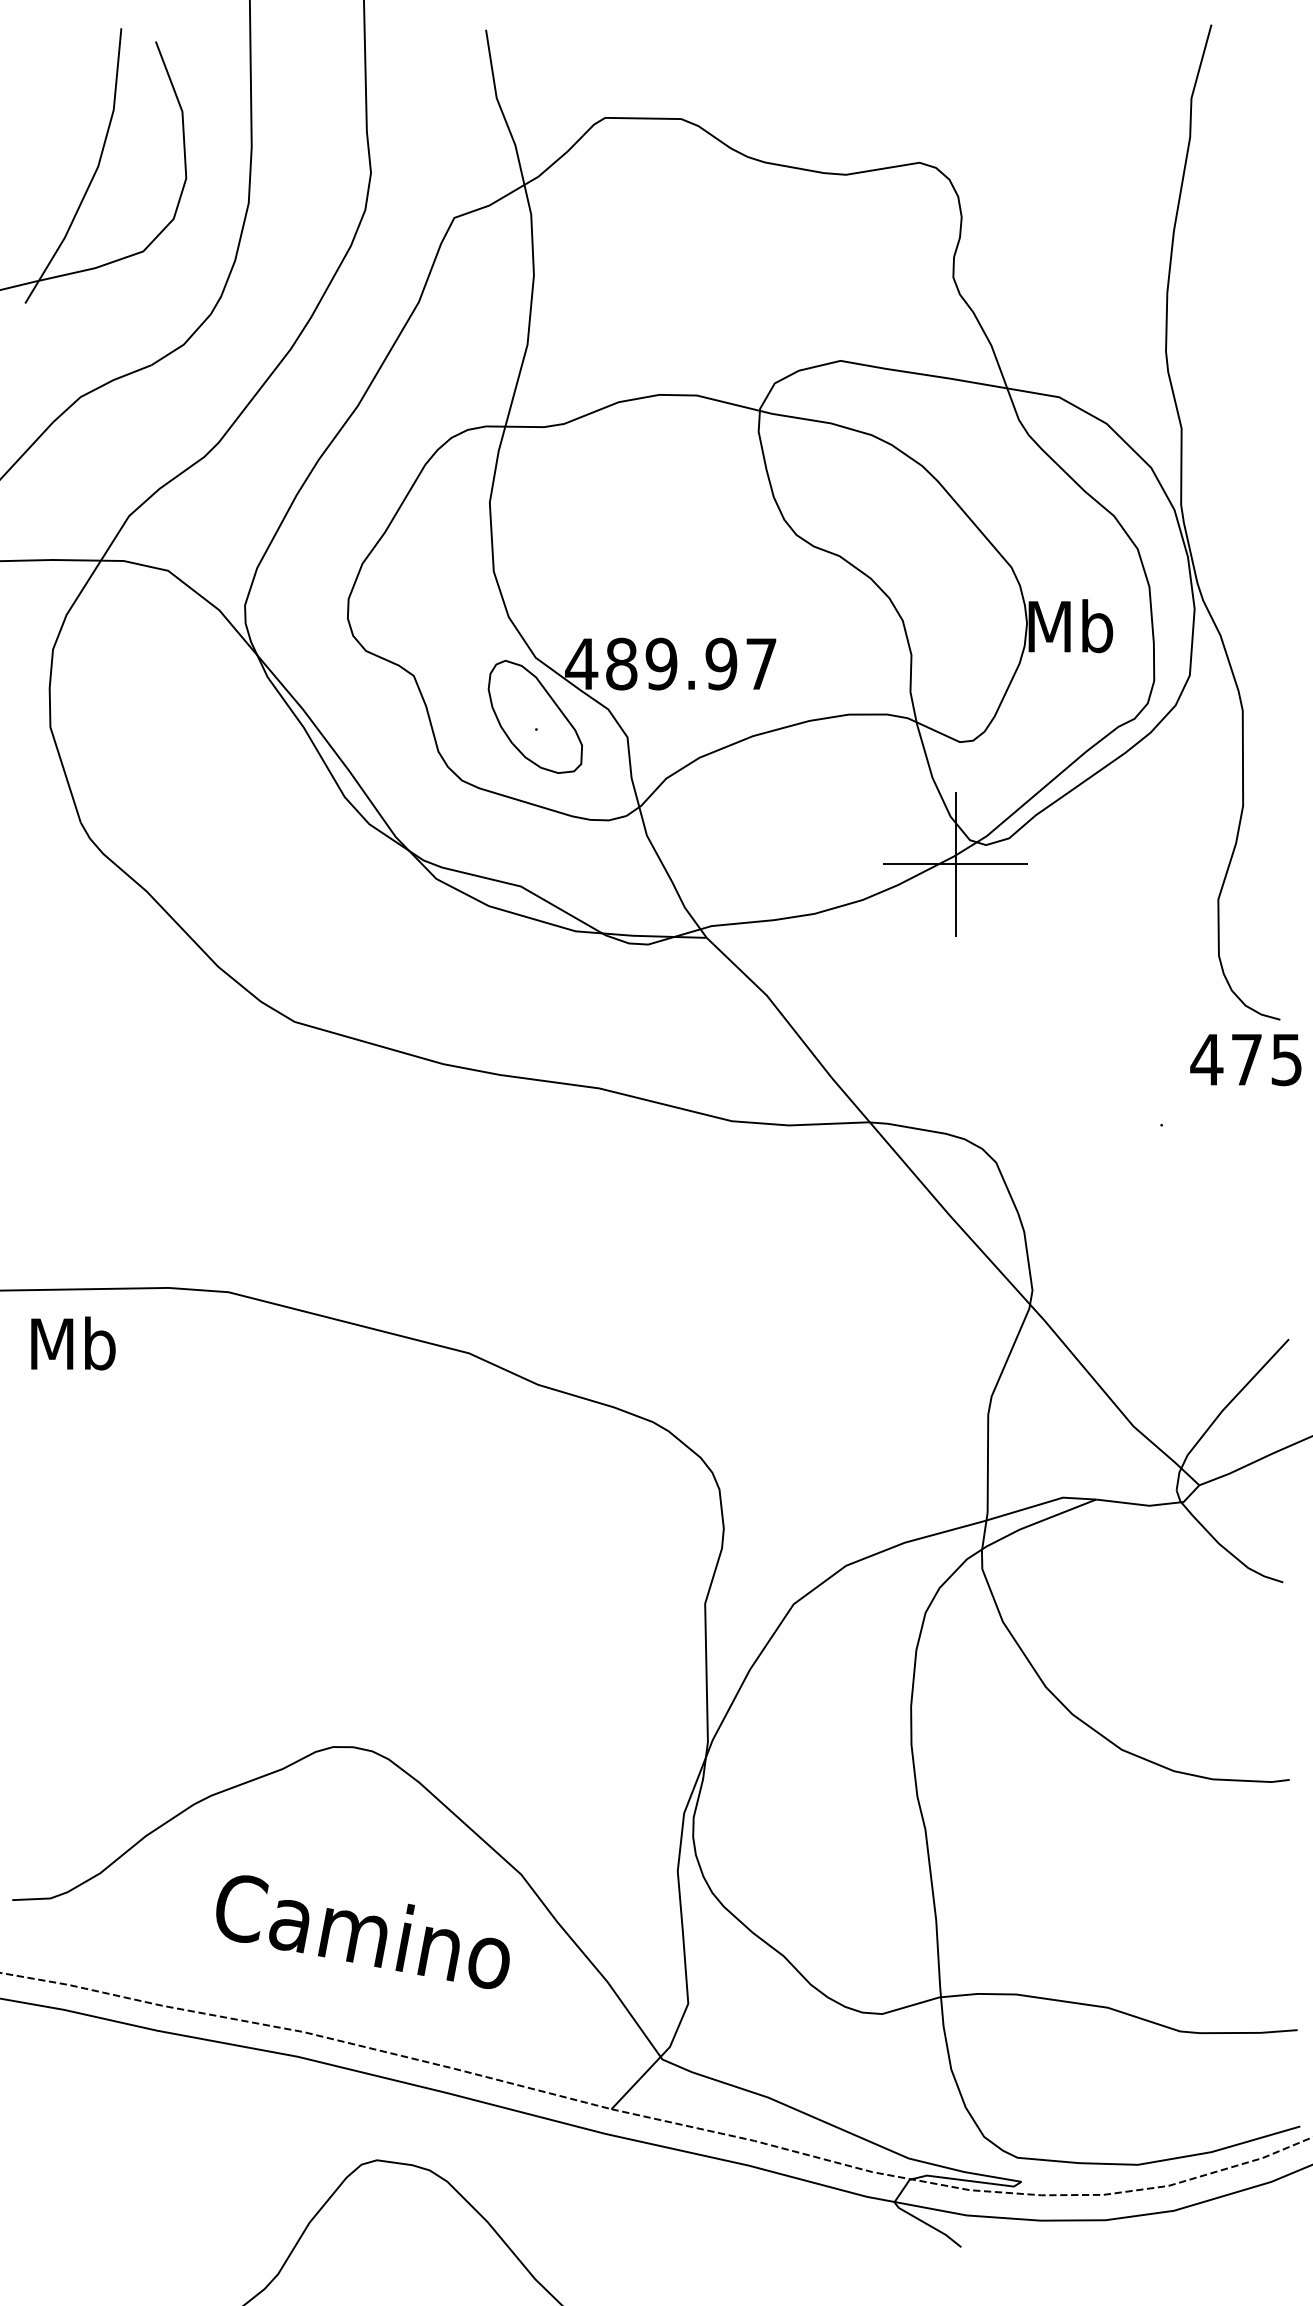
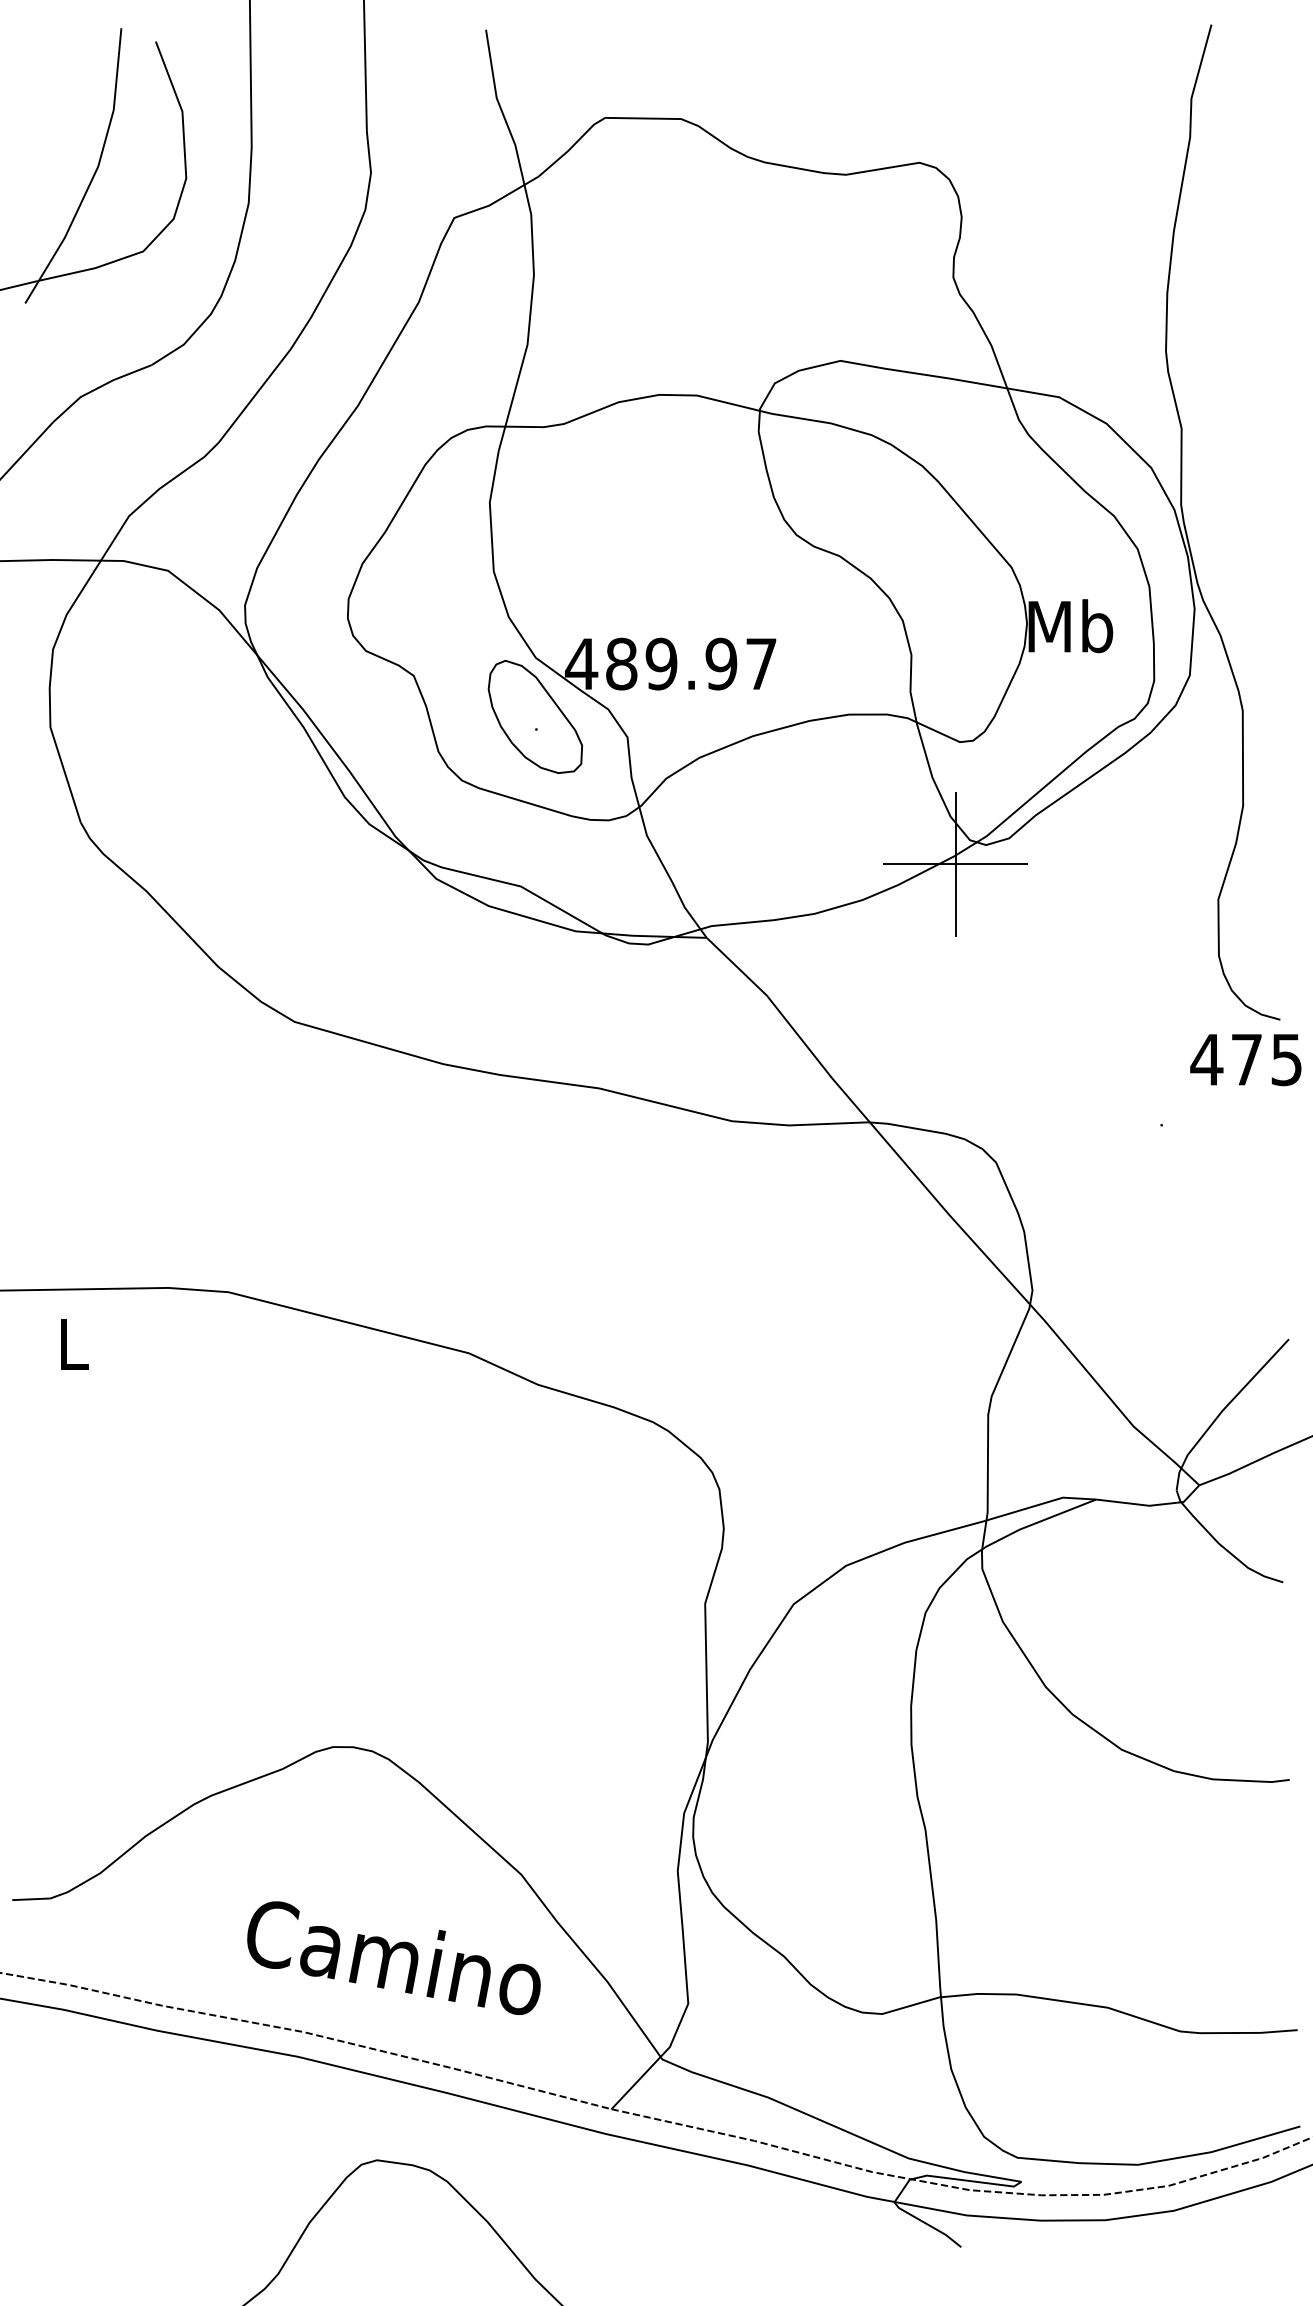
text at (73, 1343): Mb -> L
text at (362, 1931) position: (362, 1931) -> (393, 1957)
